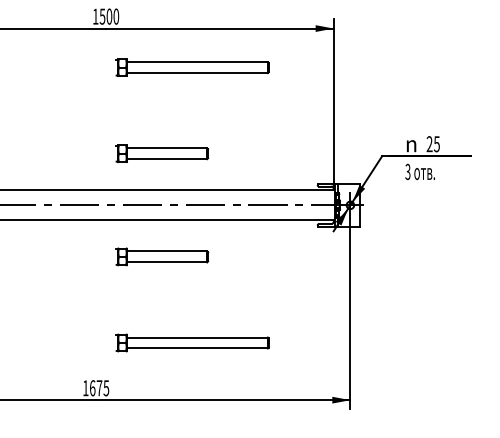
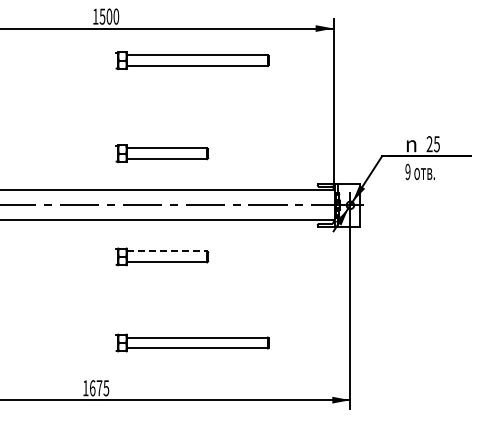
part at (192, 67) position: (192, 67) -> (192, 60)
text at (407, 171): 3 -> 9
line at (167, 251): solid -> dashed
